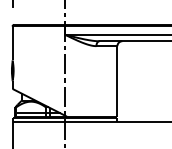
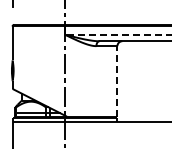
line at (117, 34): solid -> dashed
line at (117, 80): solid -> dashed
